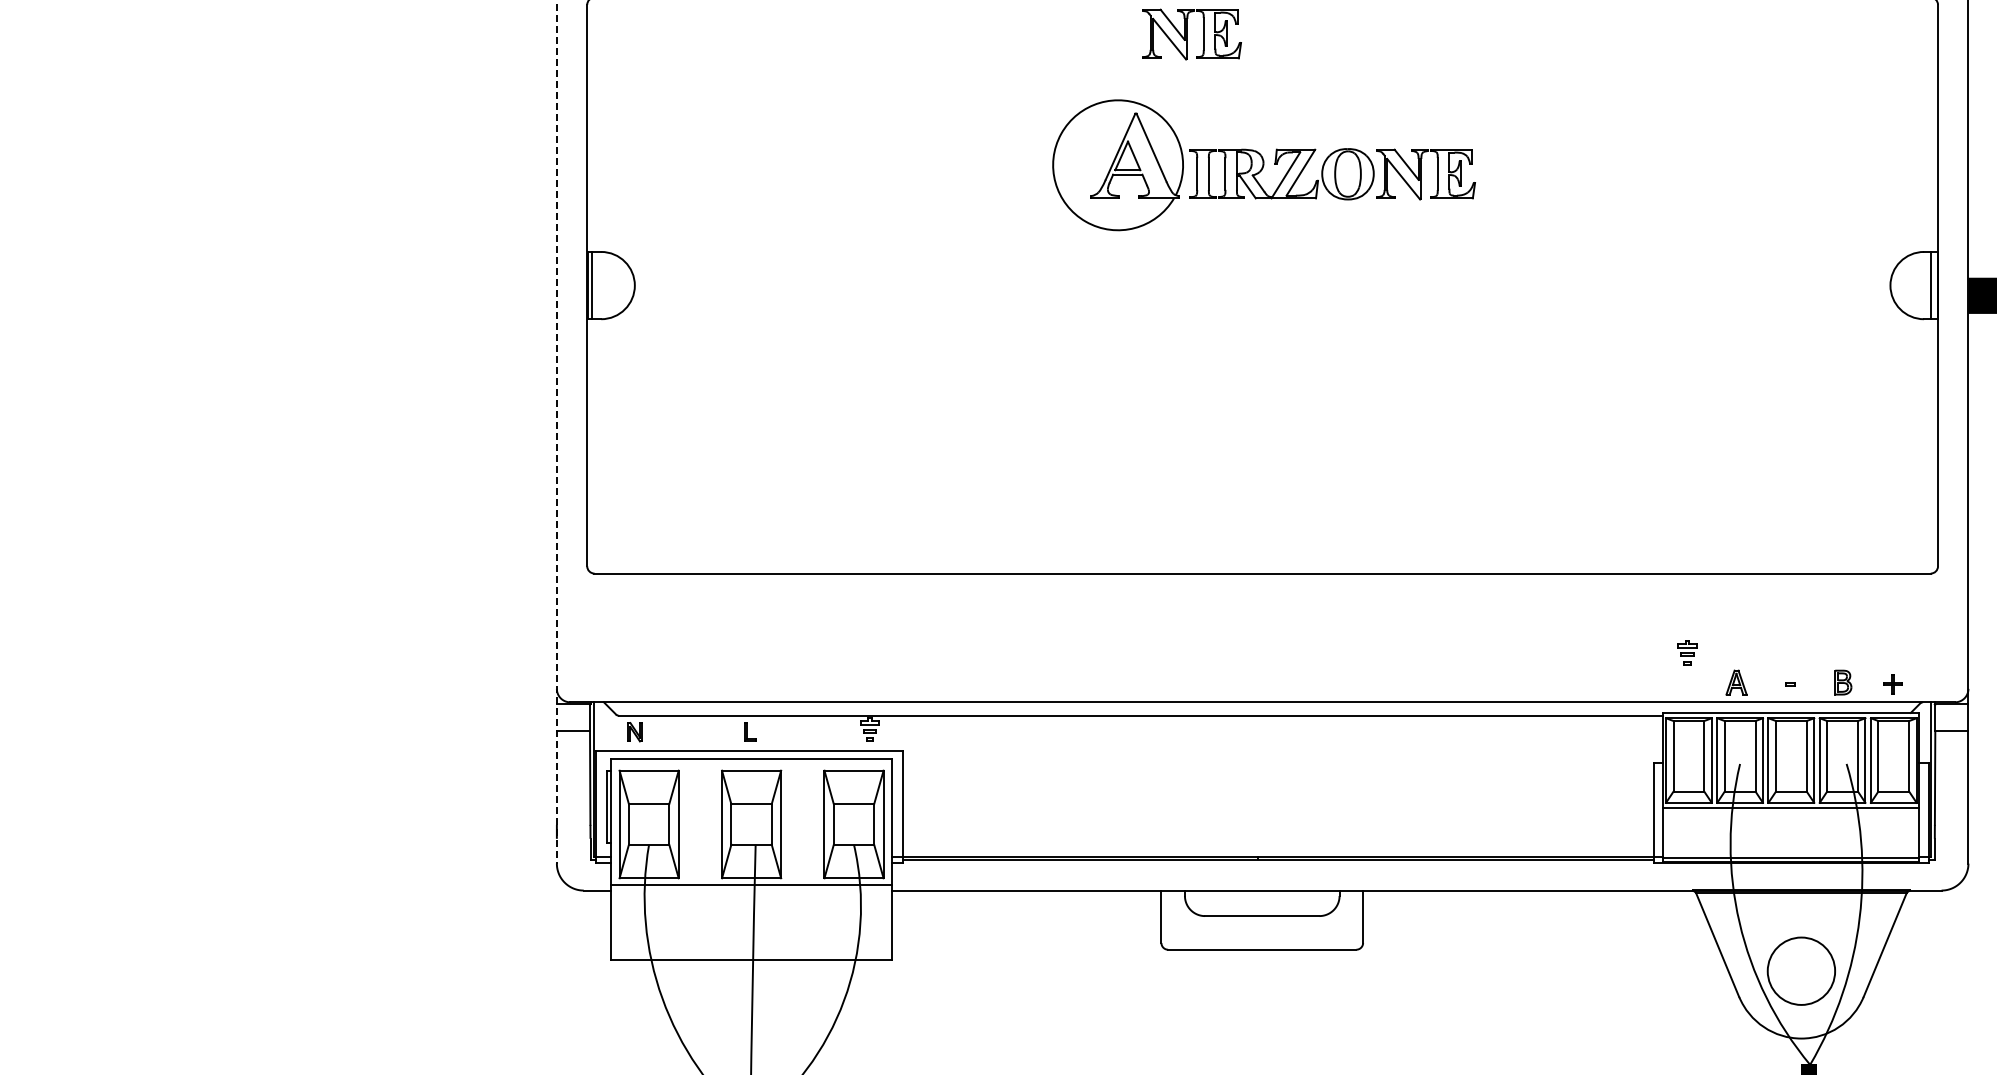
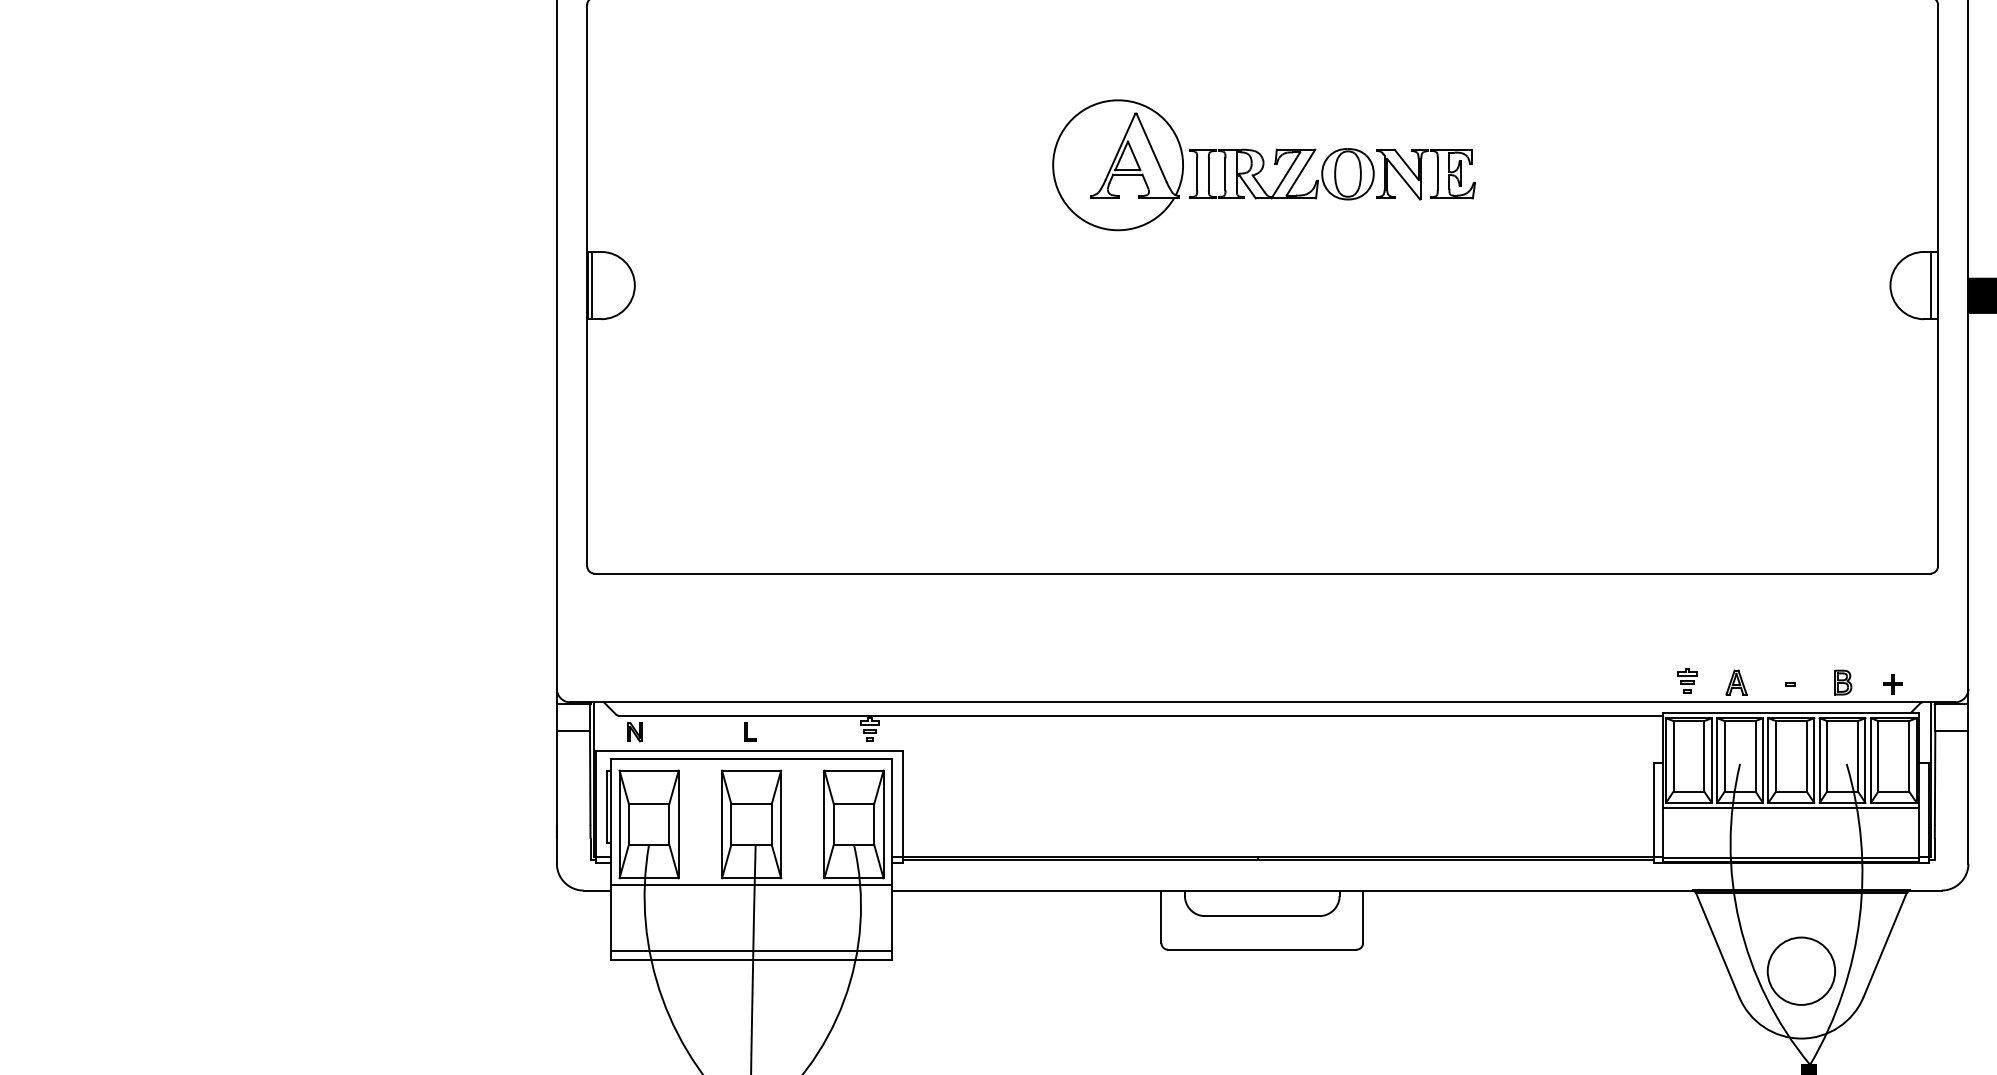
part at (1191, 34): present -> none
line at (556, 431): dashed -> solid
part at (1687, 652) position: (1687, 652) -> (1687, 680)
line at (751, 950): none -> present
